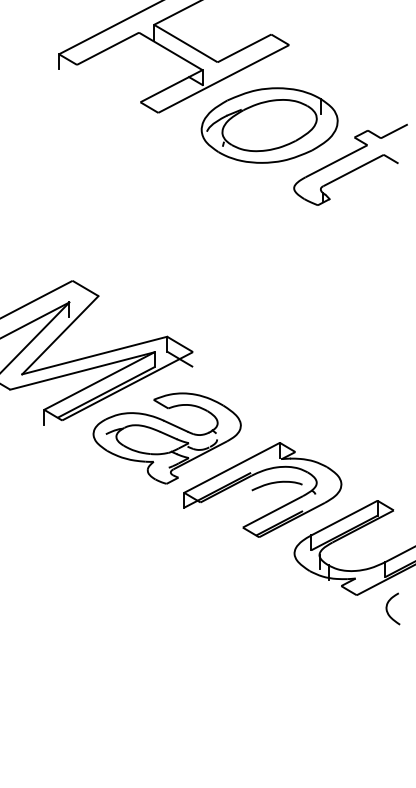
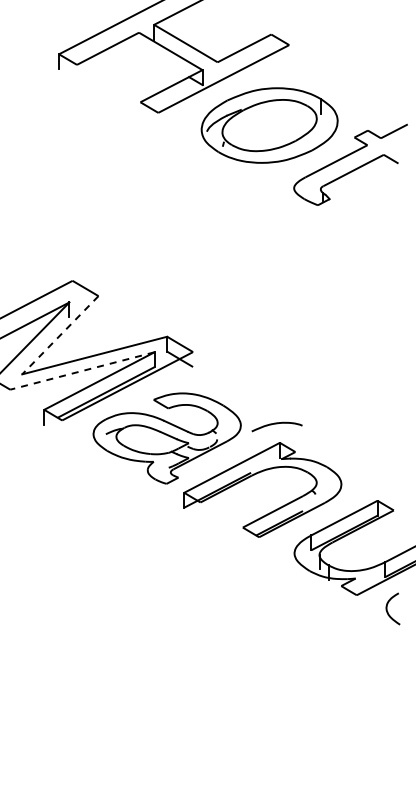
line at (60, 335): solid -> dashed
line at (82, 370): solid -> dashed
curve at (276, 483) position: (276, 483) -> (276, 424)
